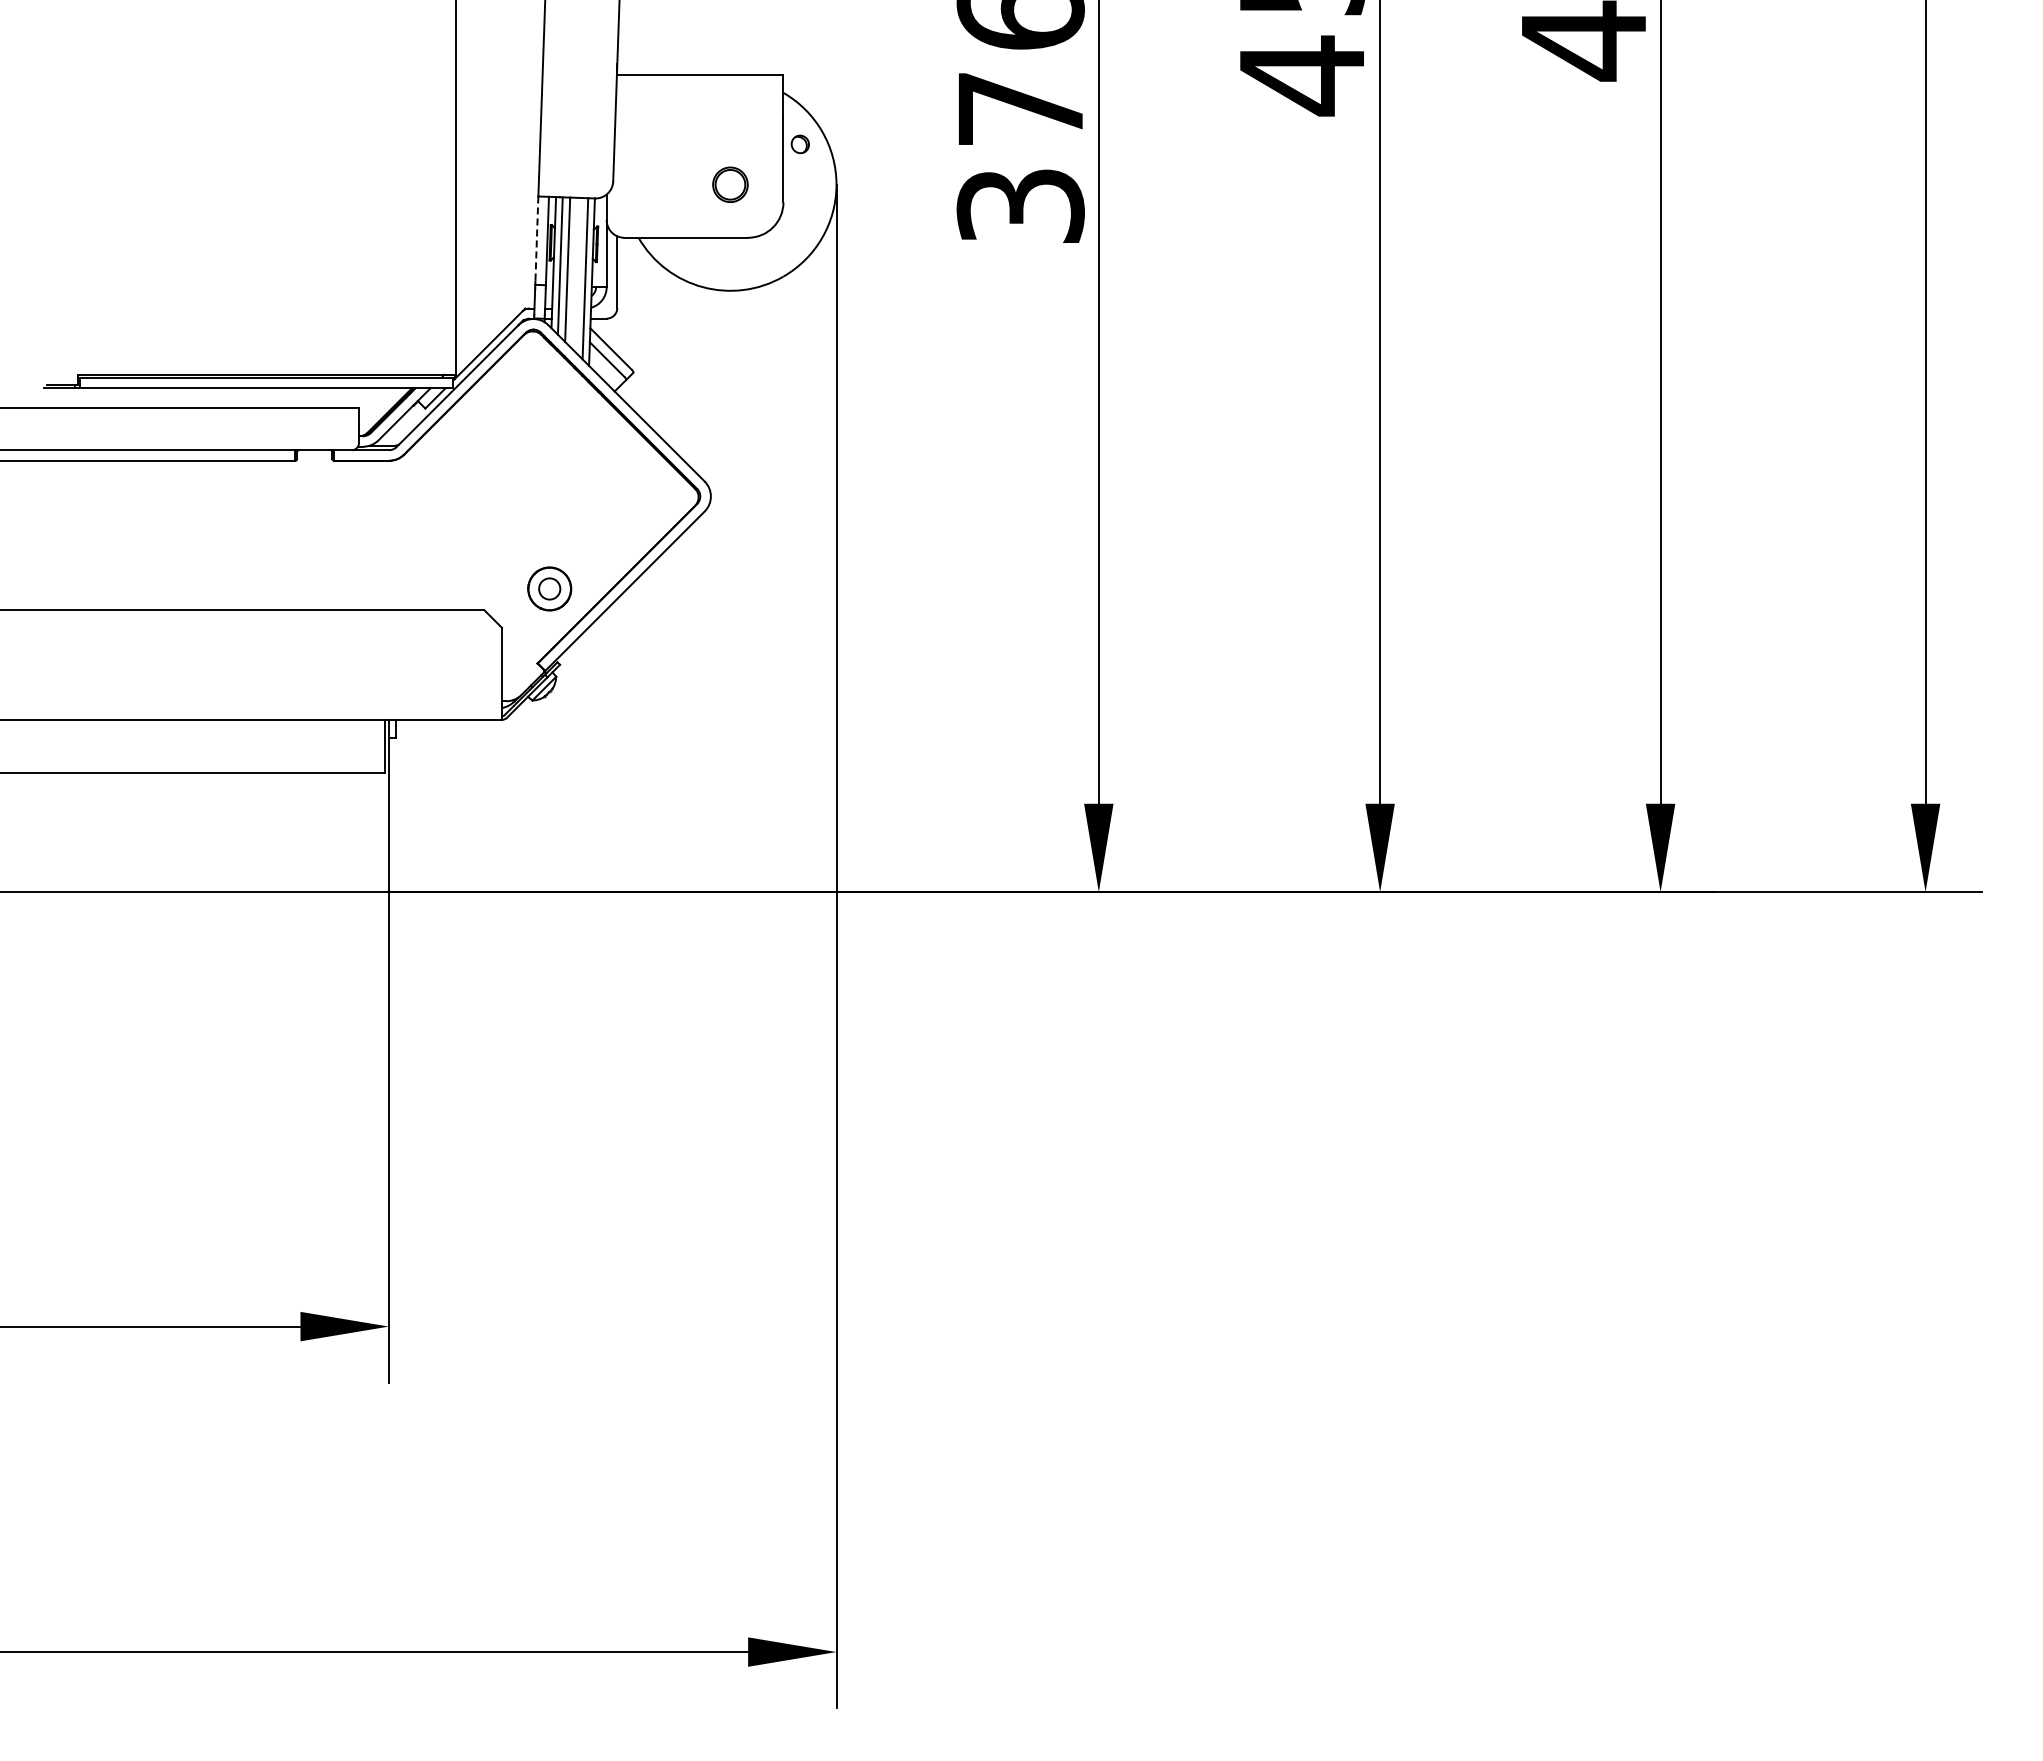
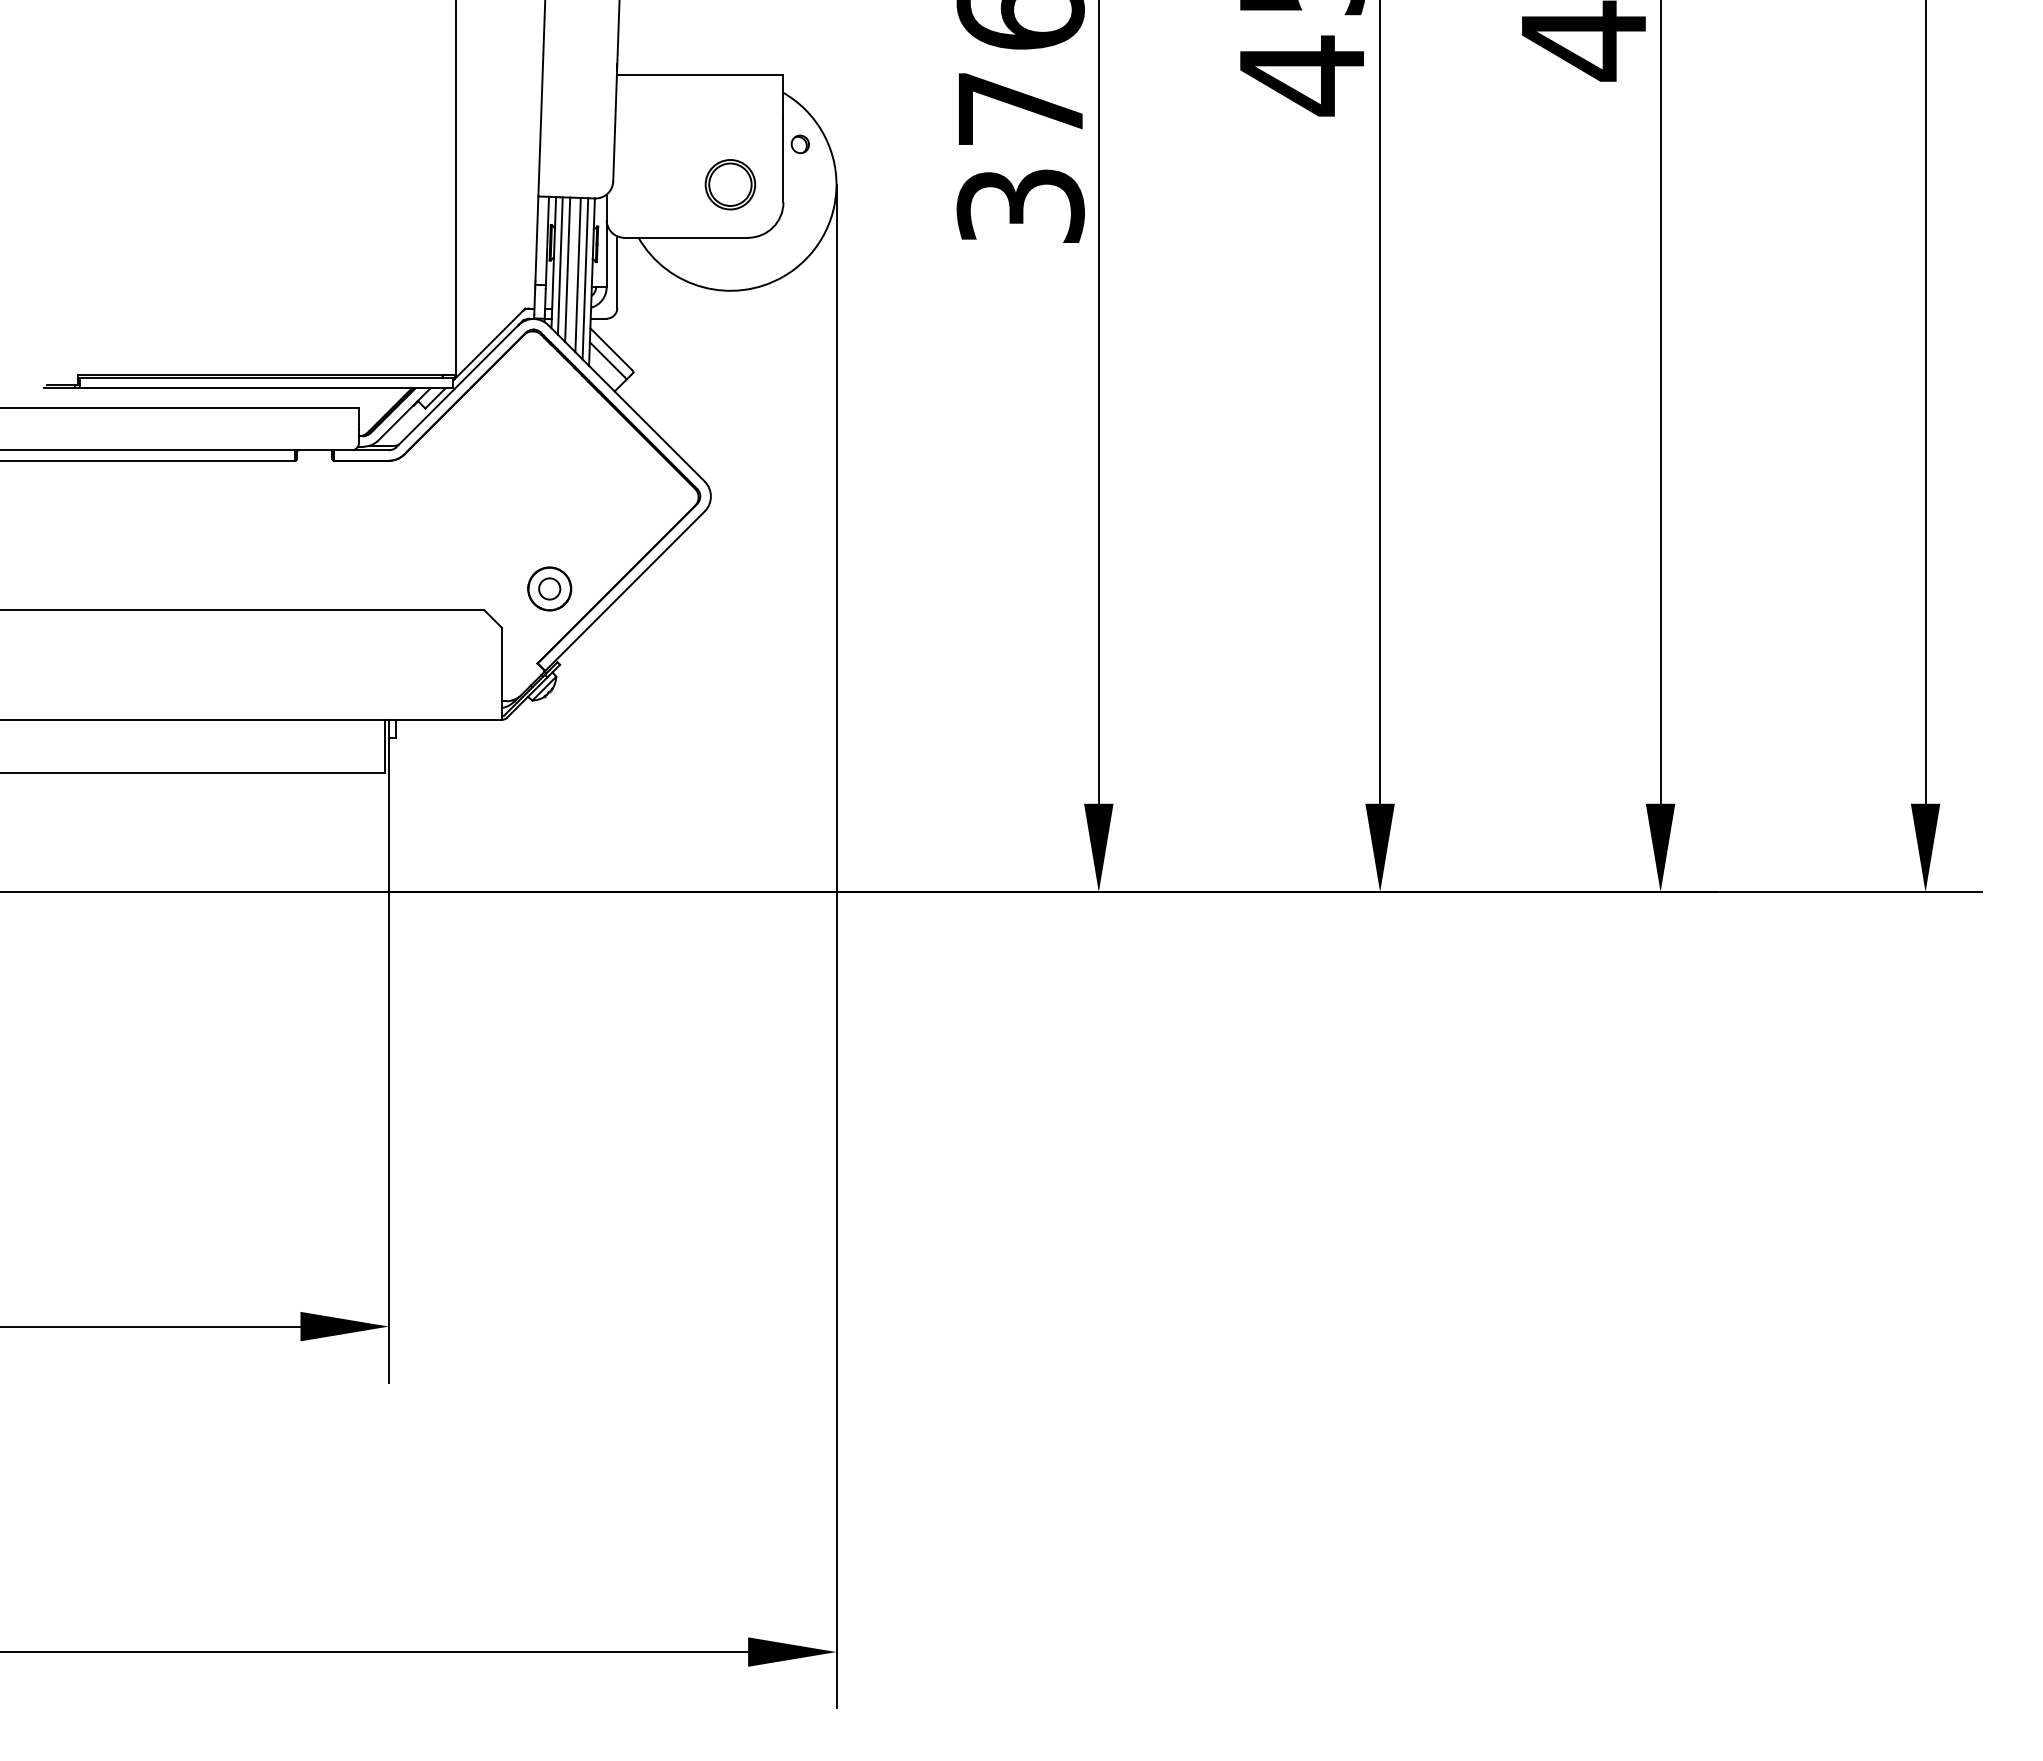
part at (730, 184) size: 37x37 px -> 53x52 px
line at (536, 239): dashed -> solid
line at (577, 274): none -> present
